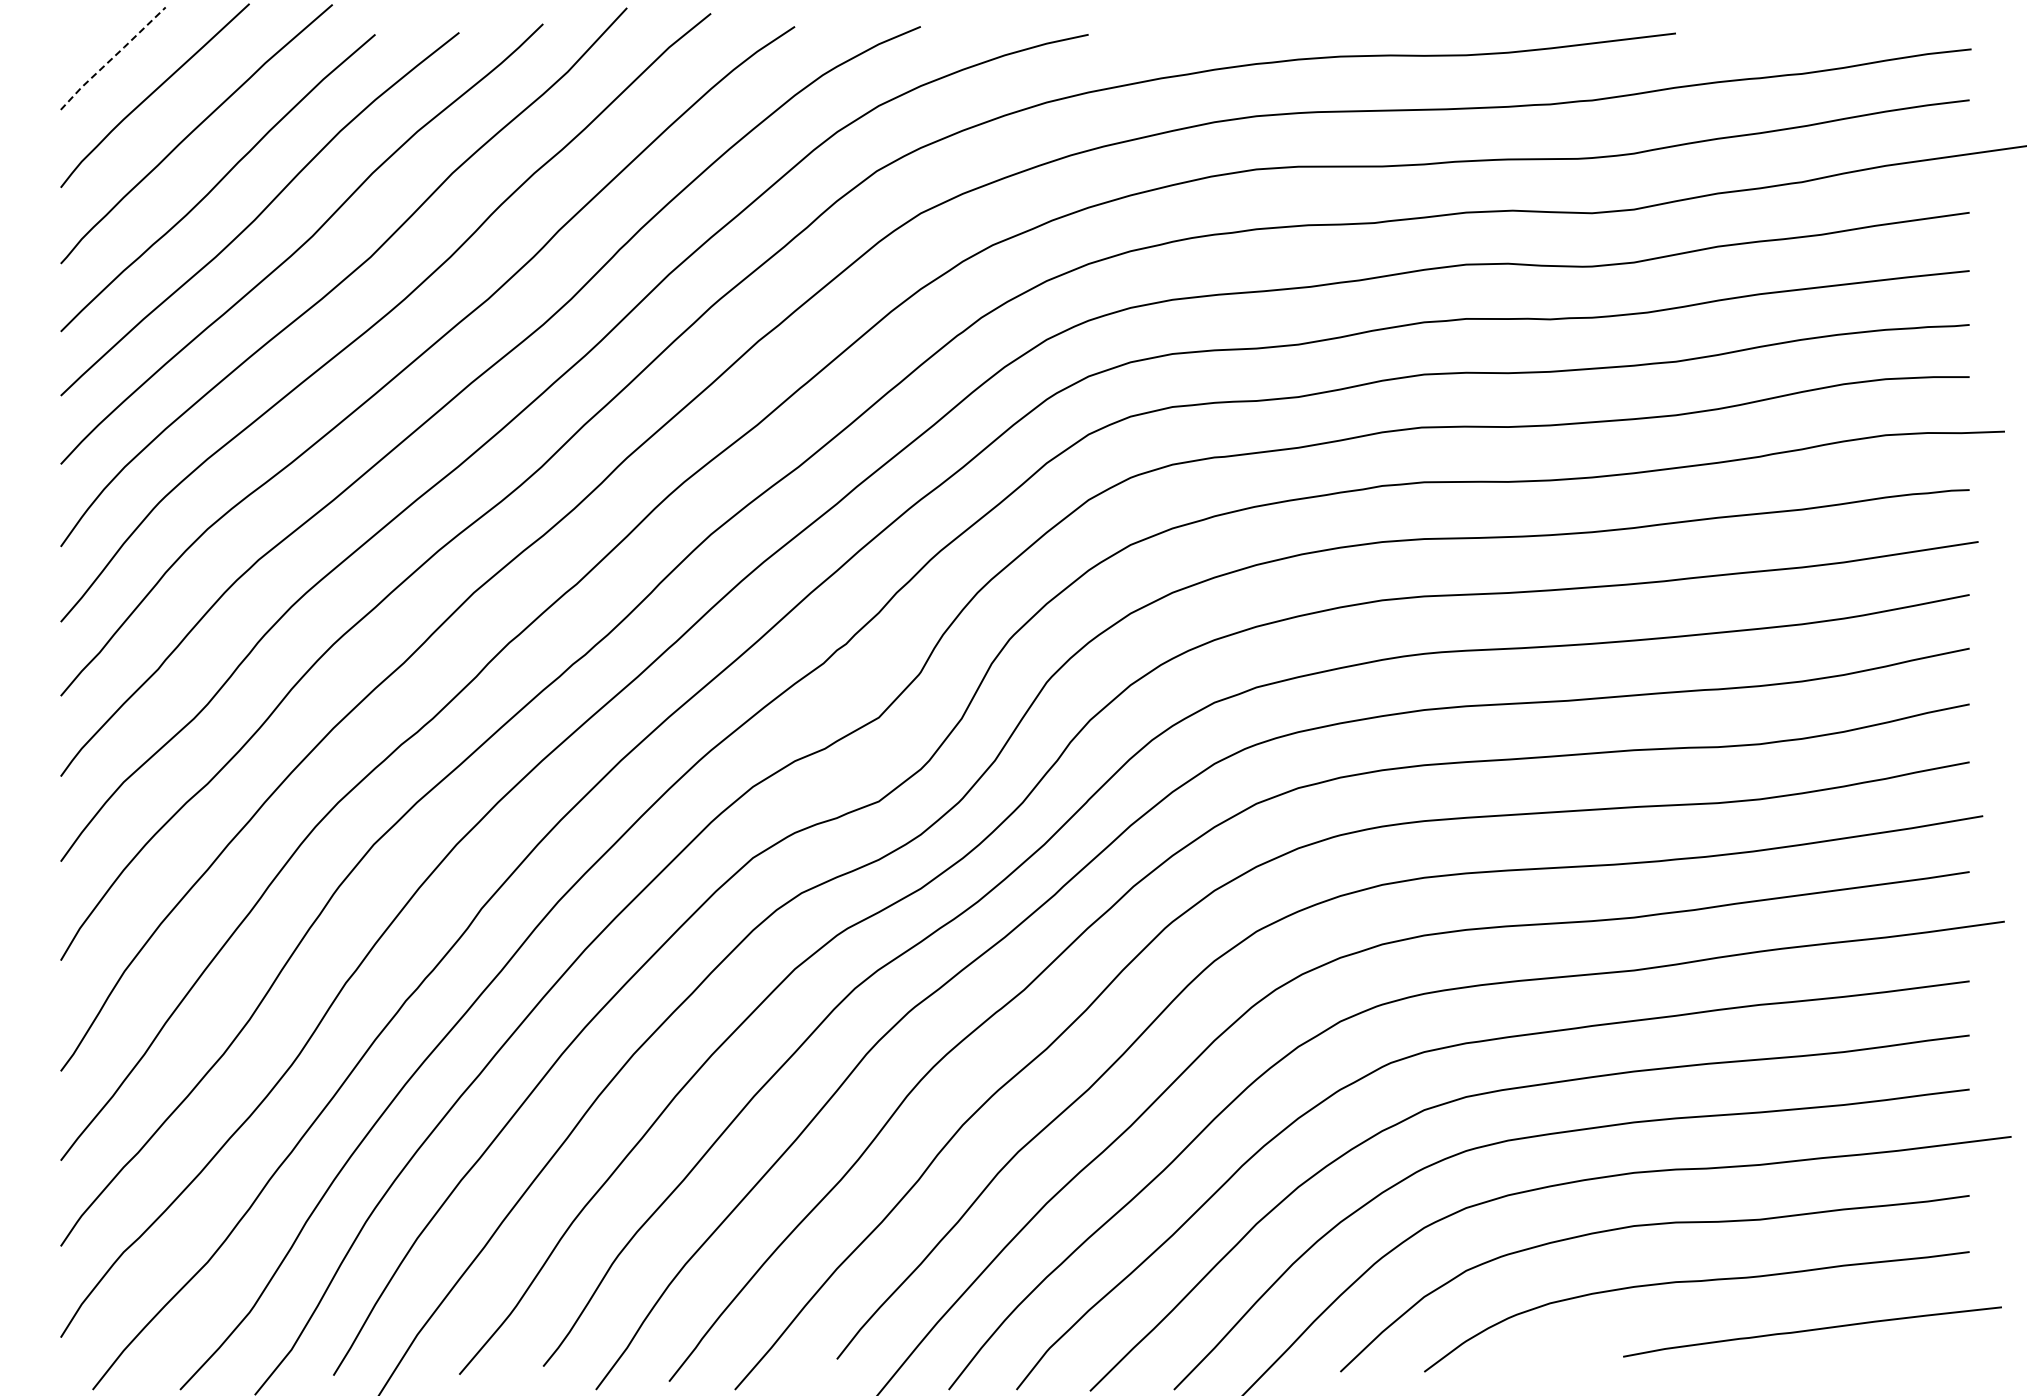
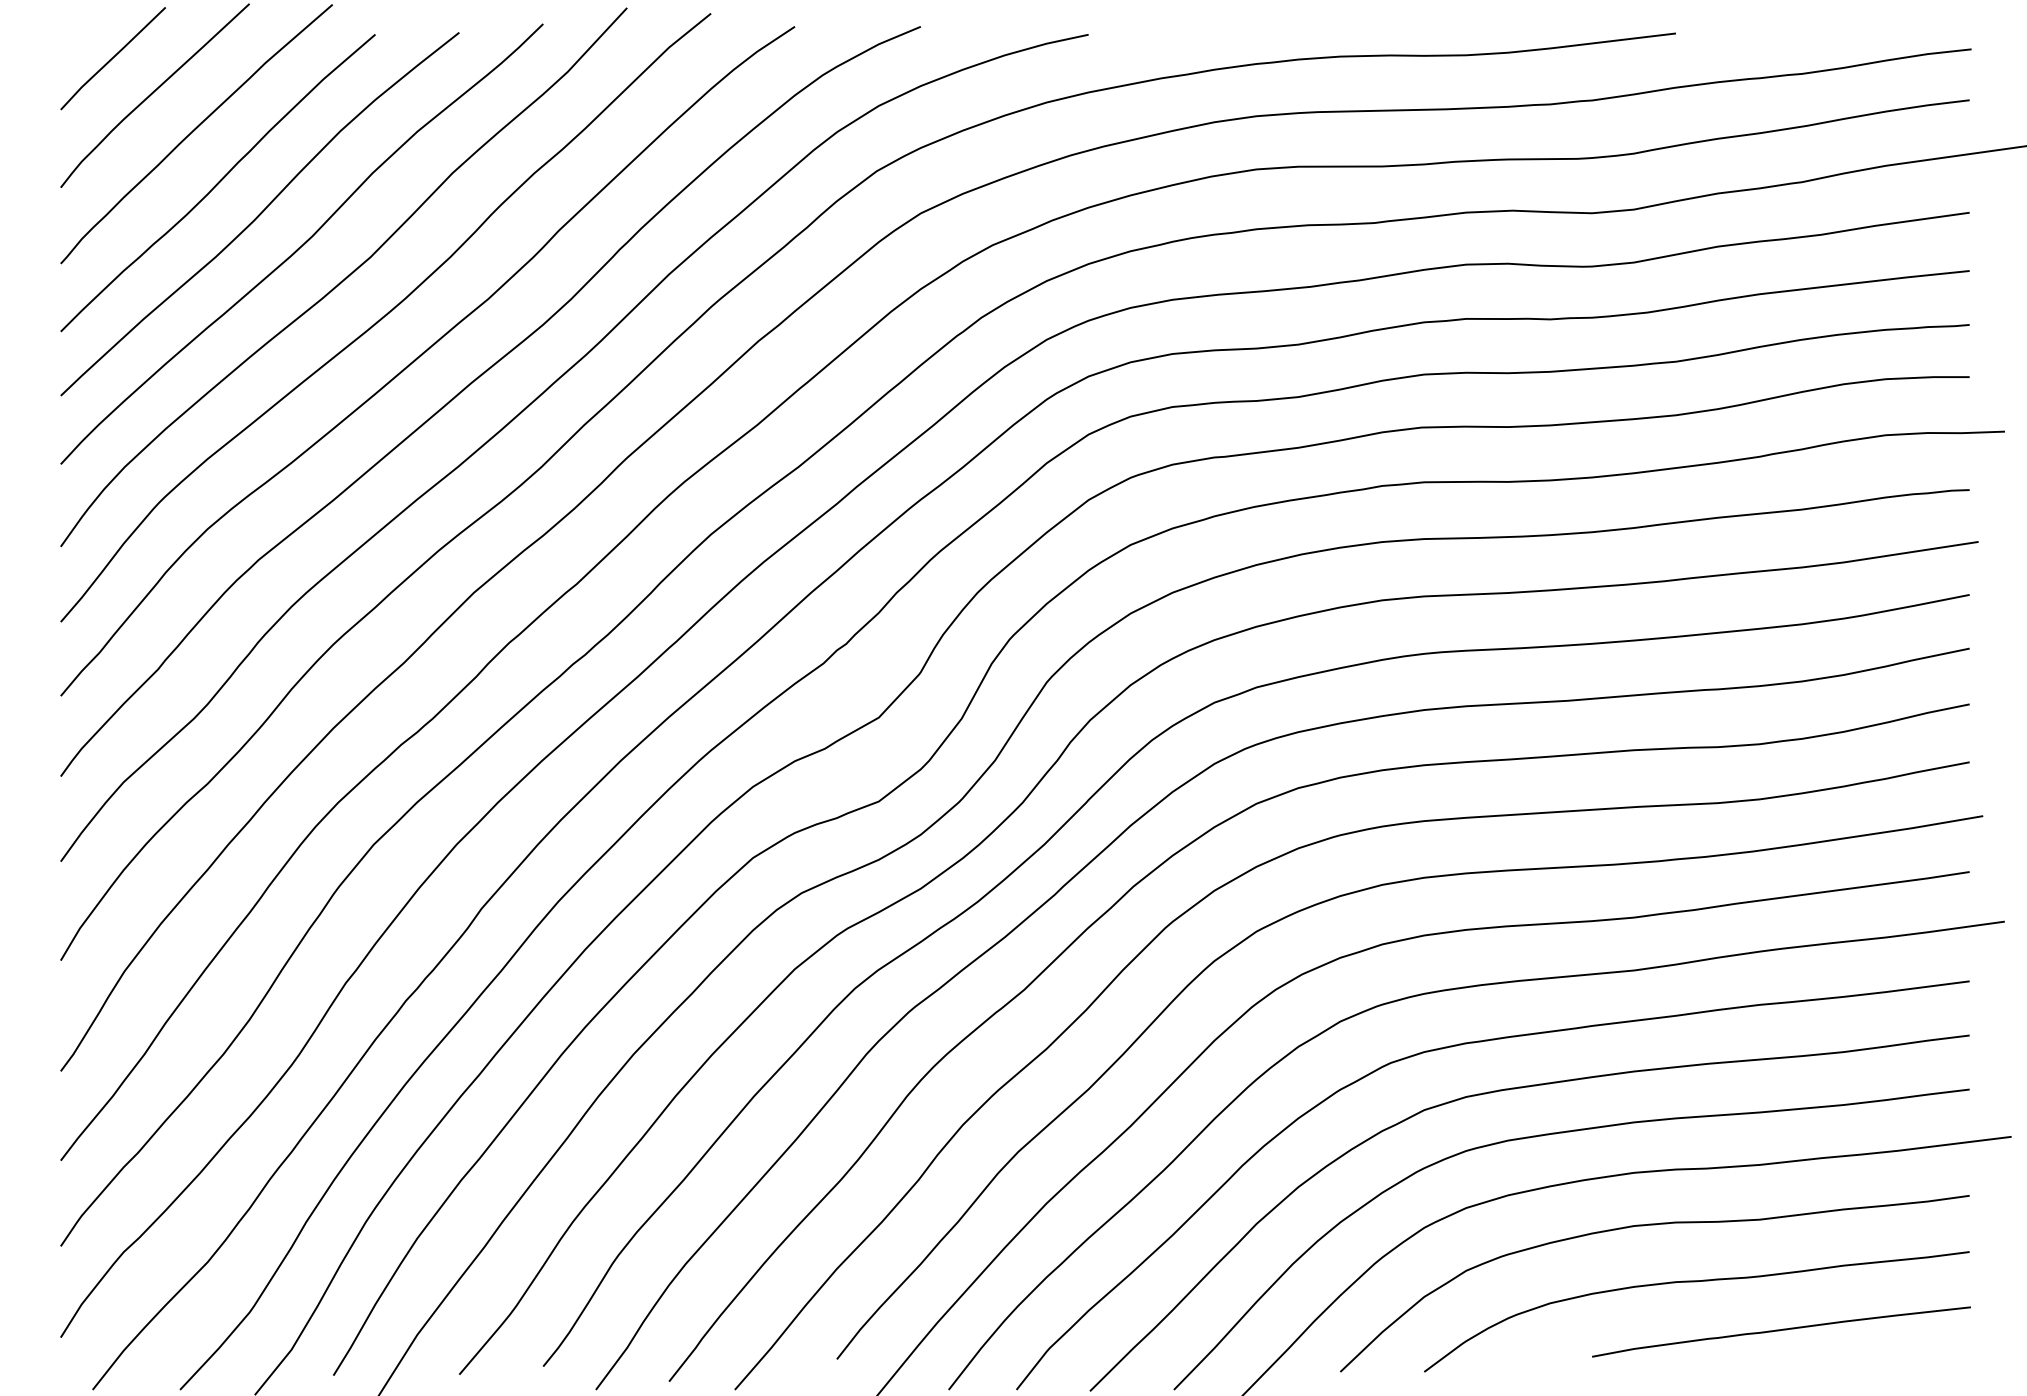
line at (112, 58): dashed -> solid
curve at (1812, 1330) position: (1812, 1330) -> (1781, 1330)
